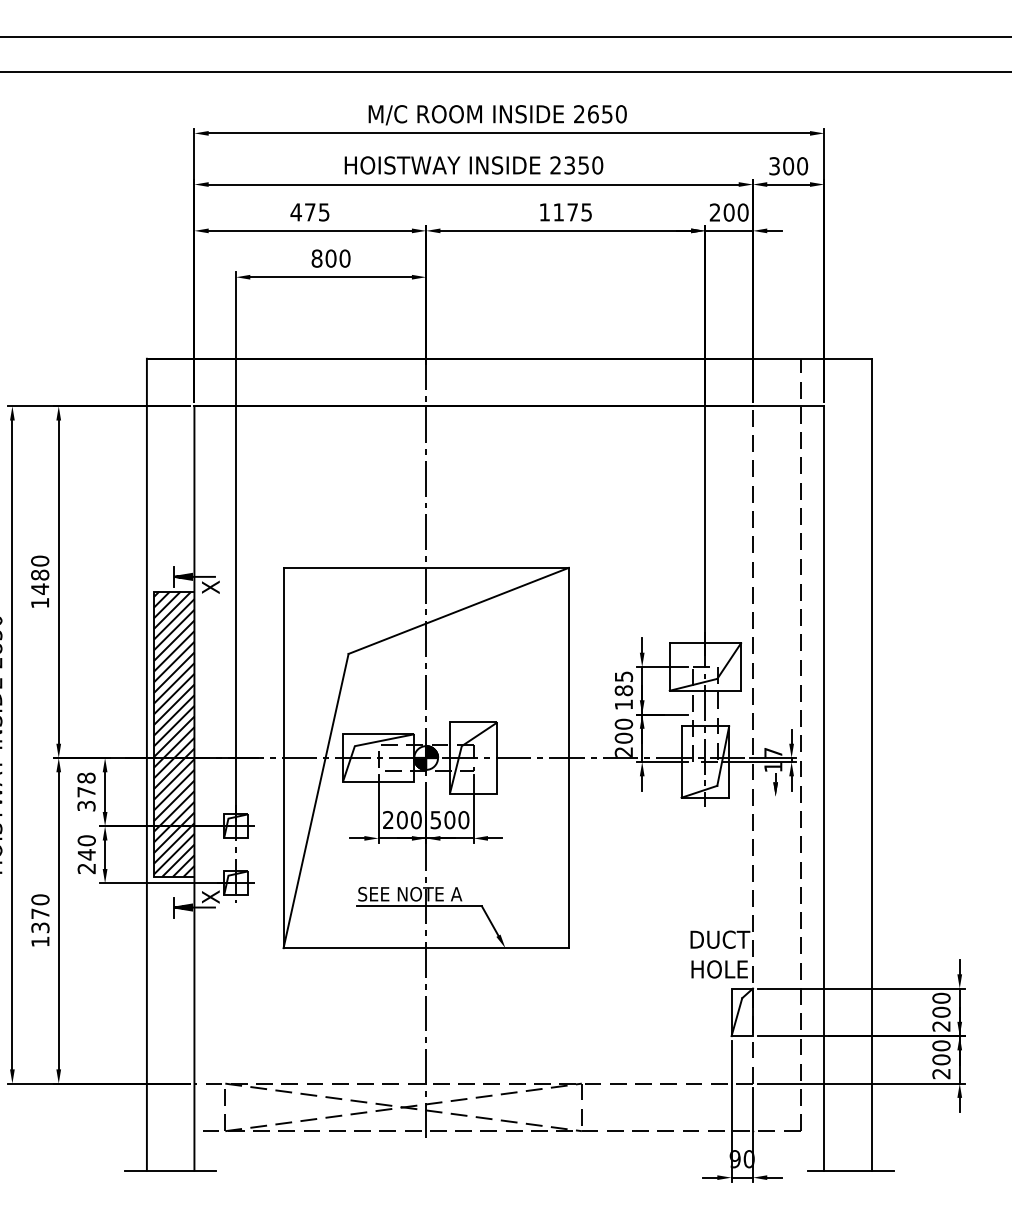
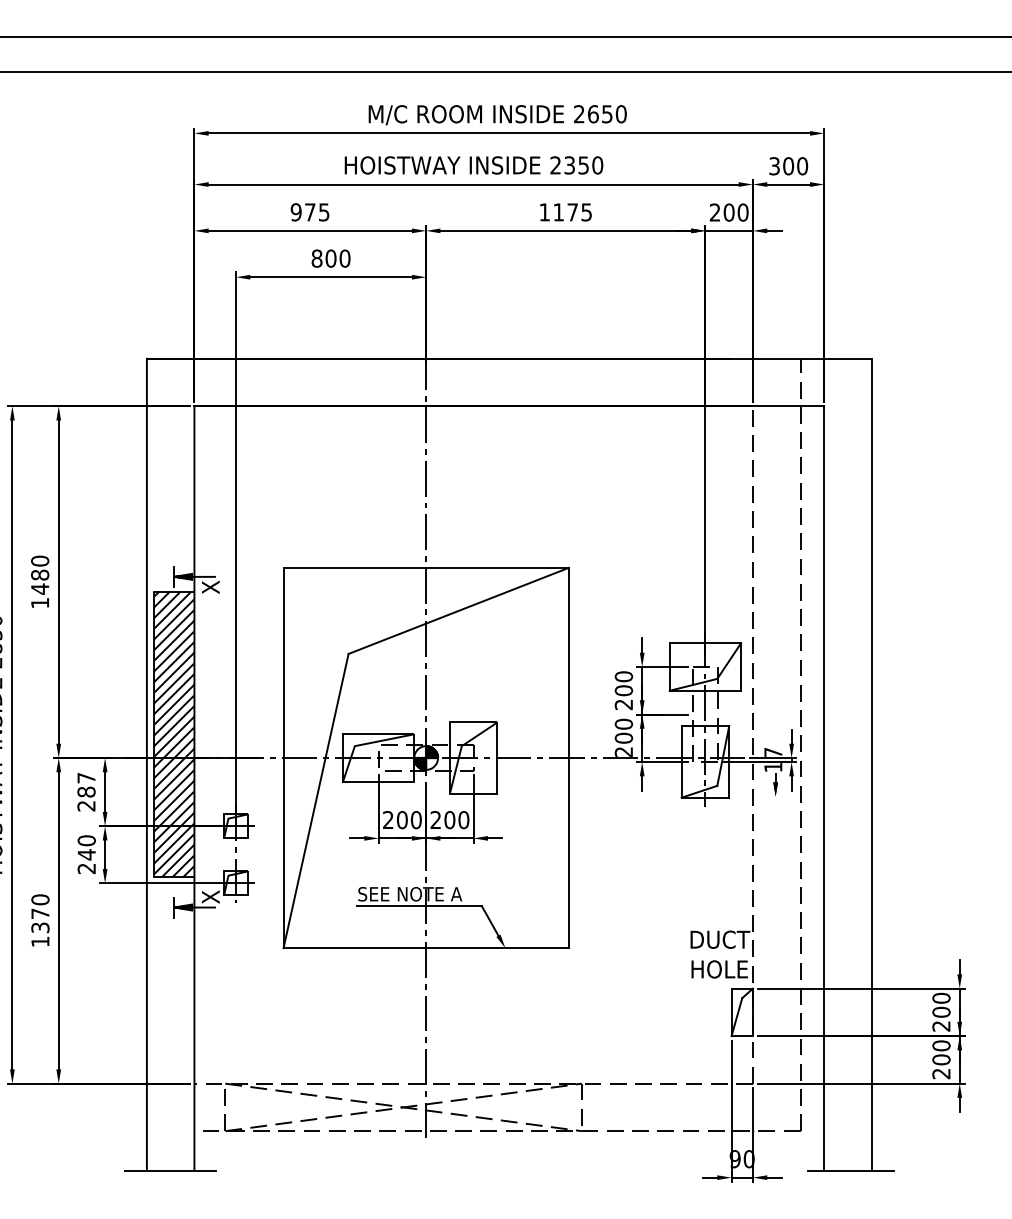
text at (295, 212): 475 -> 975
text at (623, 690): 185 -> 200
text at (86, 791): 378 -> 287
text at (435, 819): 500 -> 200
